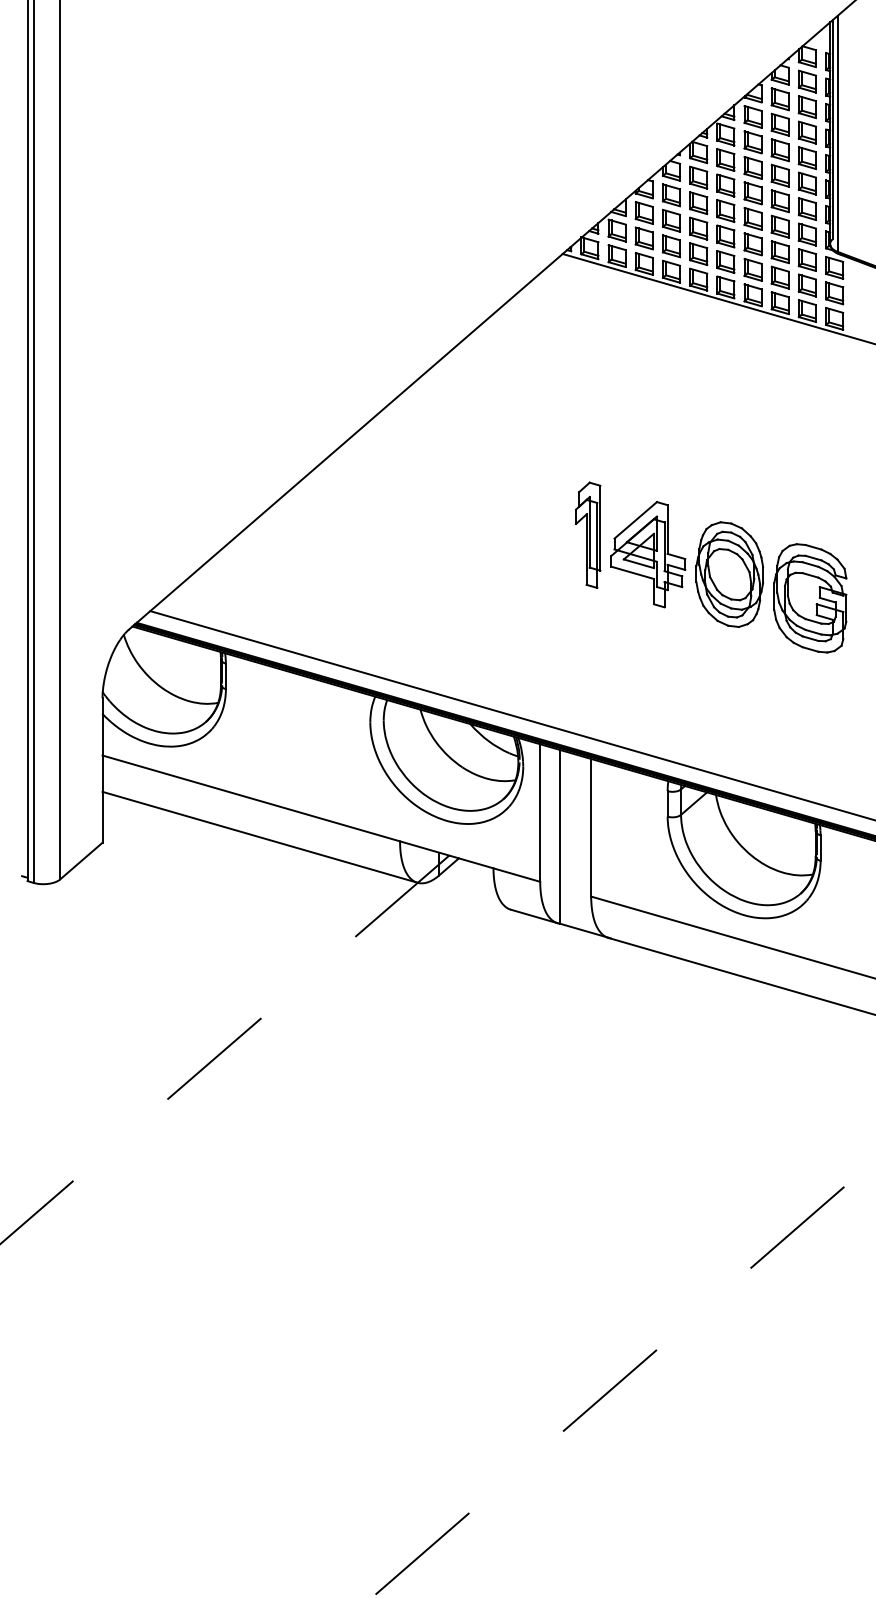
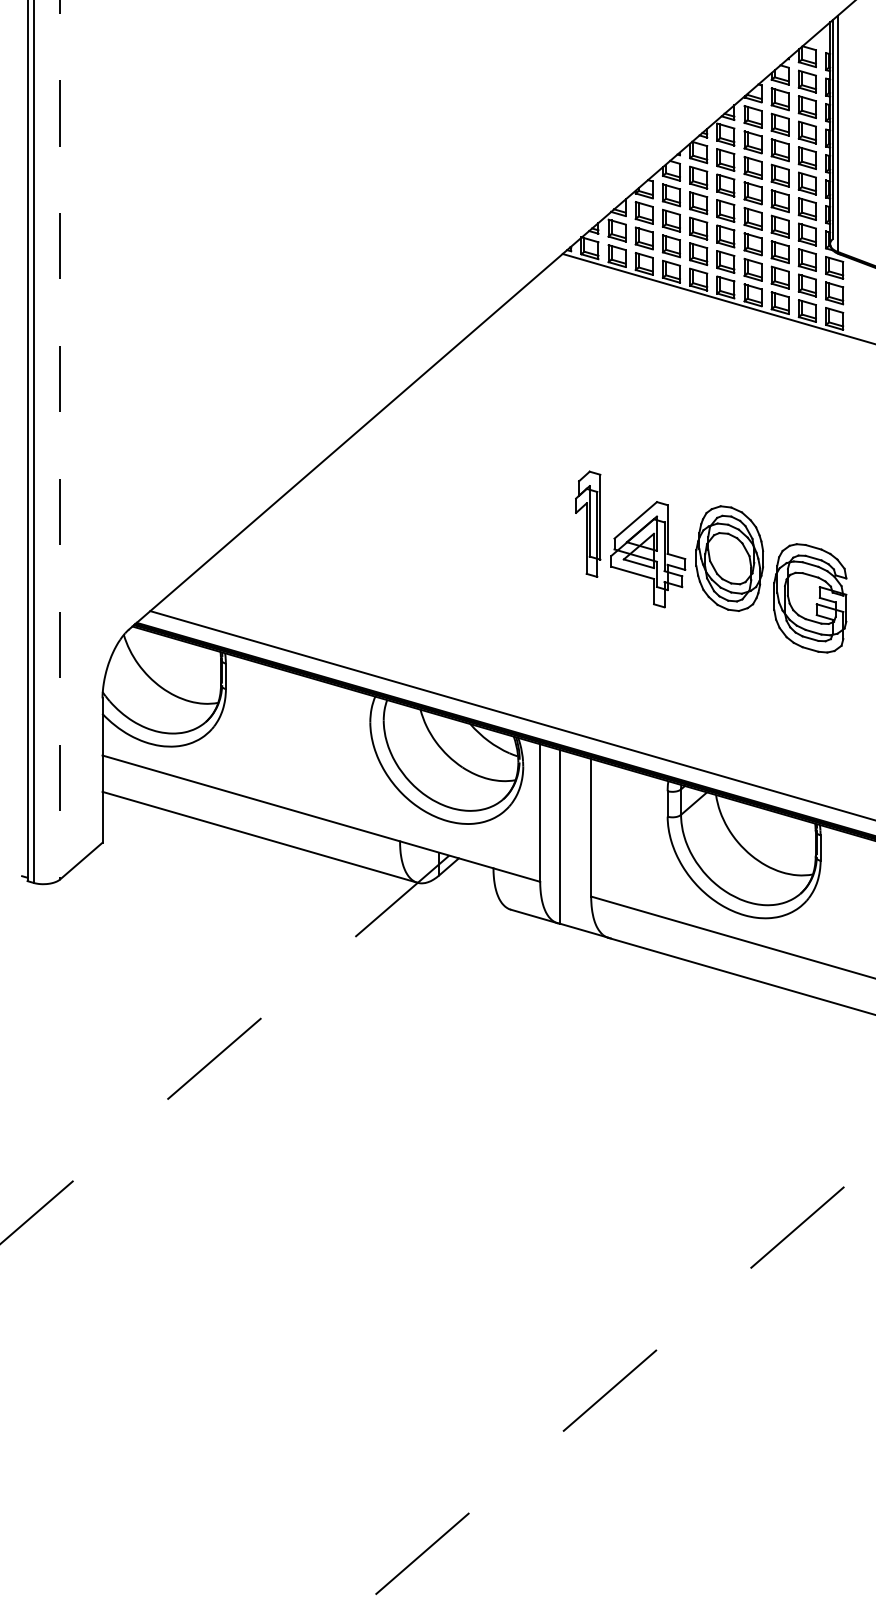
line at (60, 440): solid -> dashed
part at (588, 534) position: (588, 534) -> (588, 523)
part at (729, 574) position: (729, 574) -> (729, 558)
